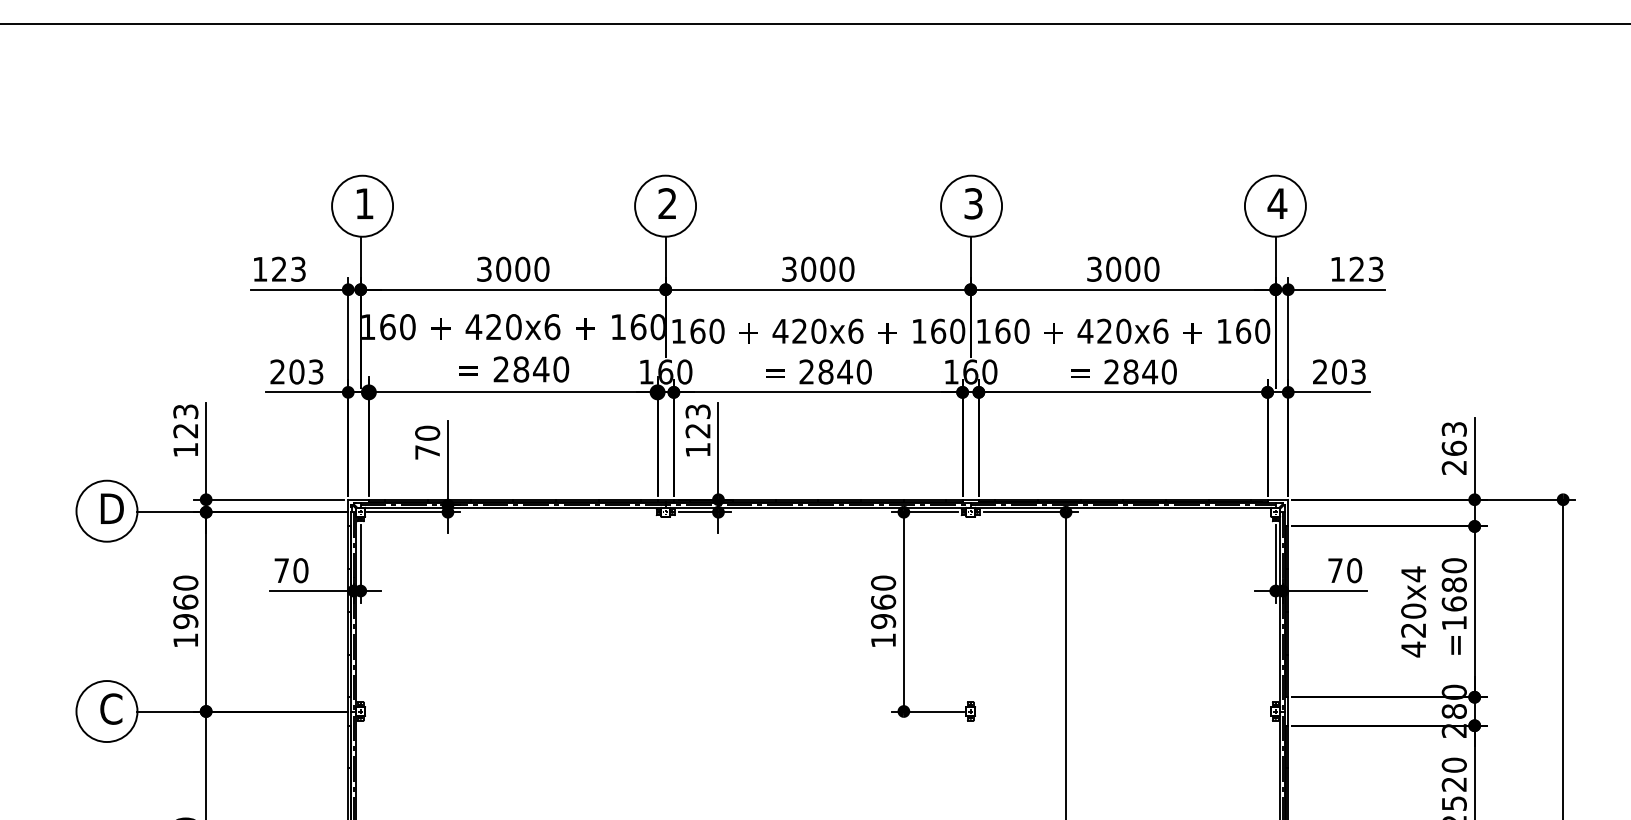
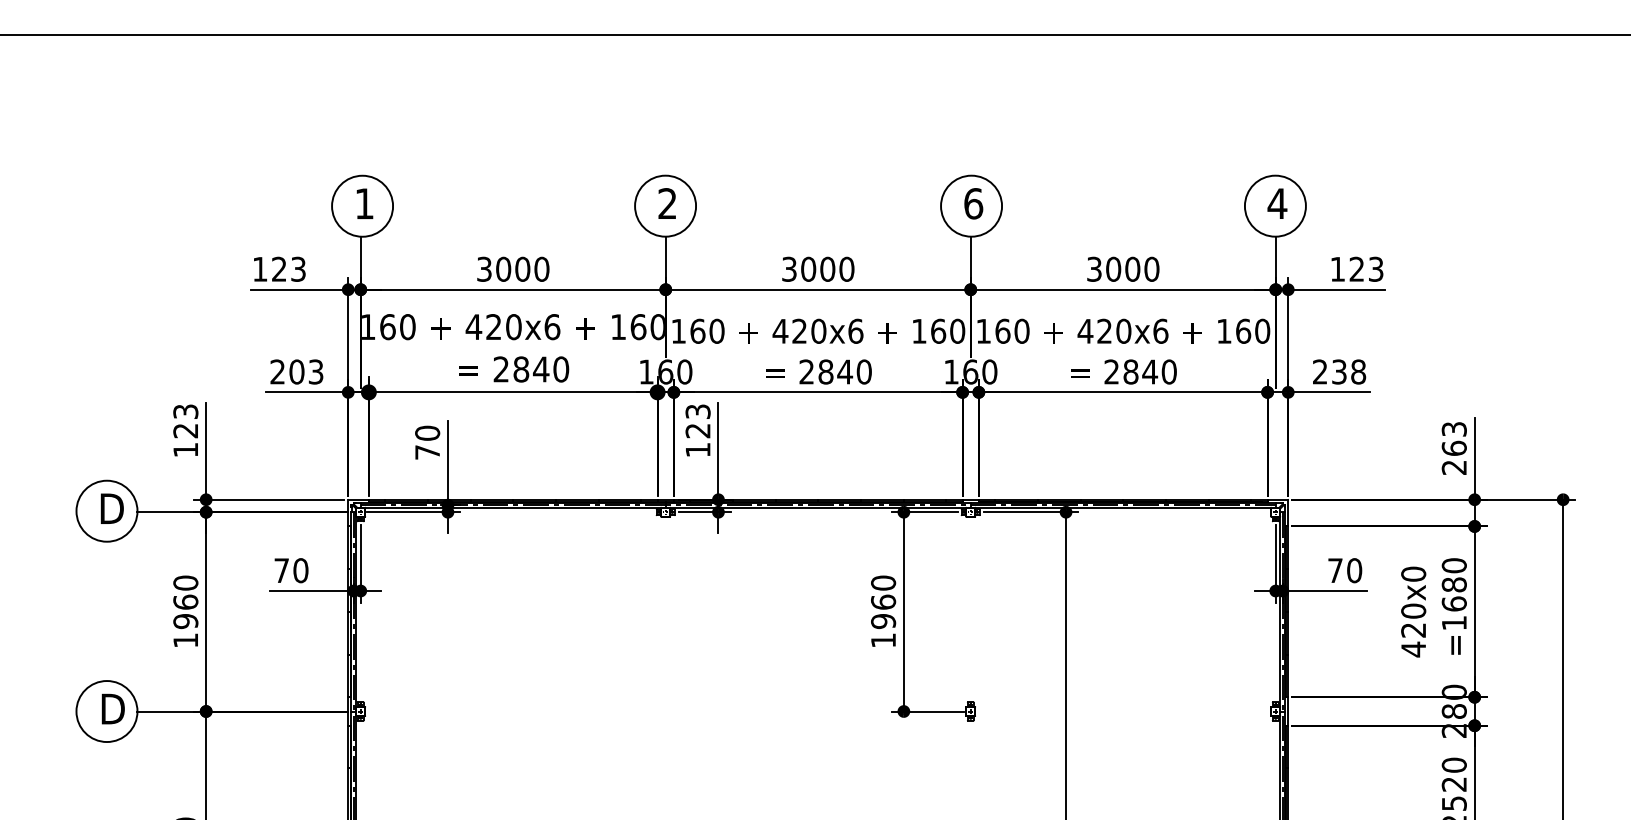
line at (814, 24) position: (814, 24) -> (814, 35)
text at (973, 203): 3 -> 6
text at (1349, 371): 203 -> 238
text at (1413, 574): 420x4 -> 420x0
text at (112, 708): C -> D
